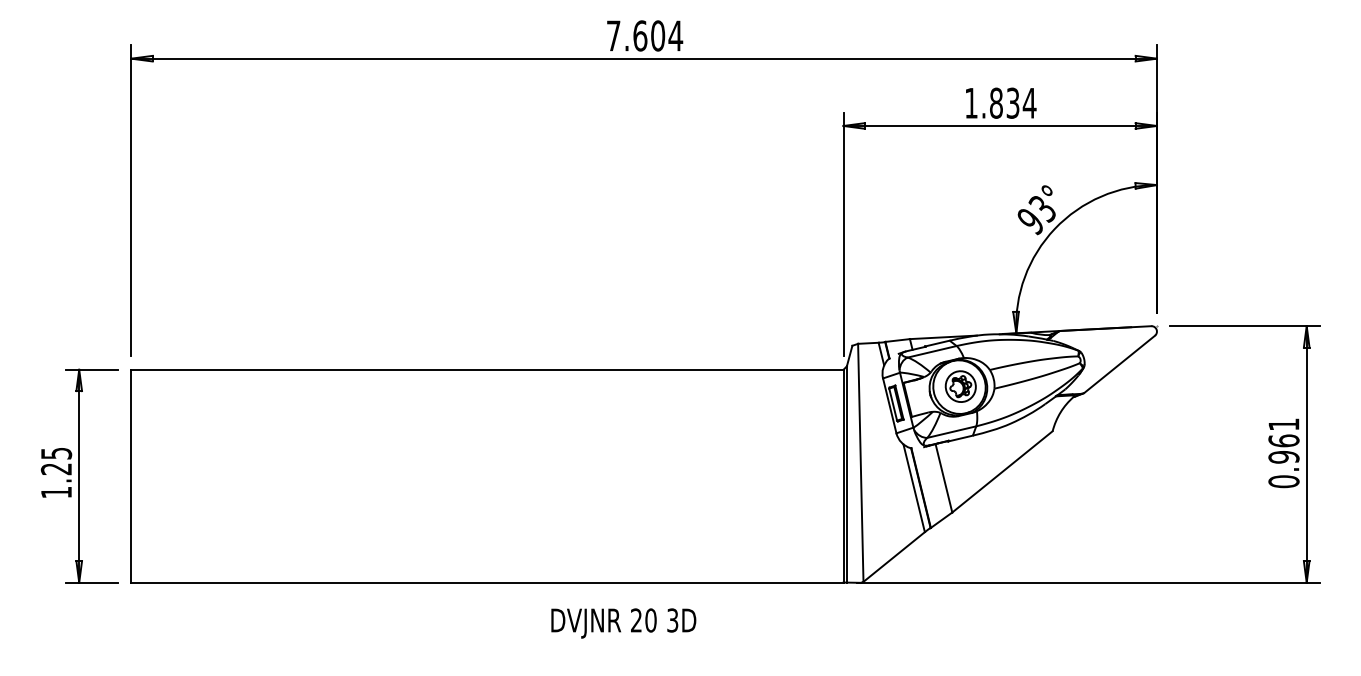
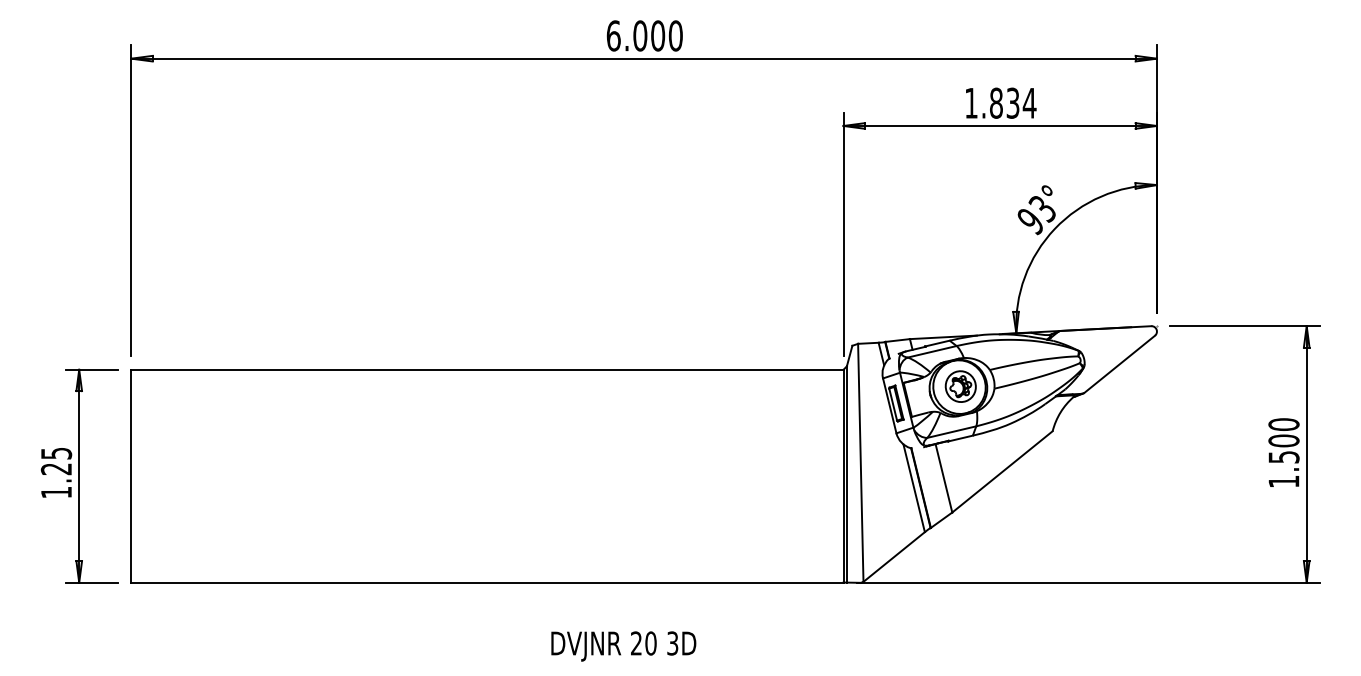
text at (644, 35): 7.604 -> 6.000
text at (1283, 453): 0.961 -> 1.500
text at (623, 623) position: (623, 623) -> (623, 646)
